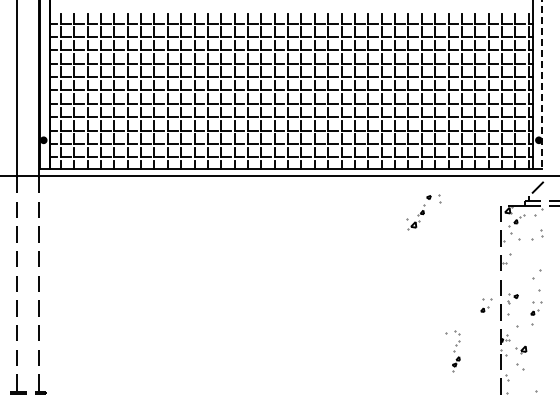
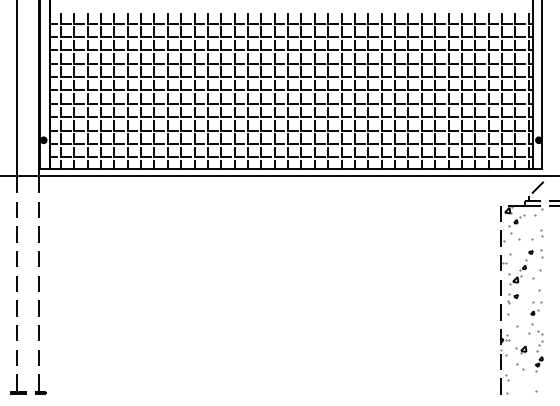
line at (542, 84): dashed -> solid
part at (423, 212) position: (423, 212) -> (525, 267)
part at (486, 305): present -> none
part at (452, 351) position: (452, 351) -> (535, 351)
